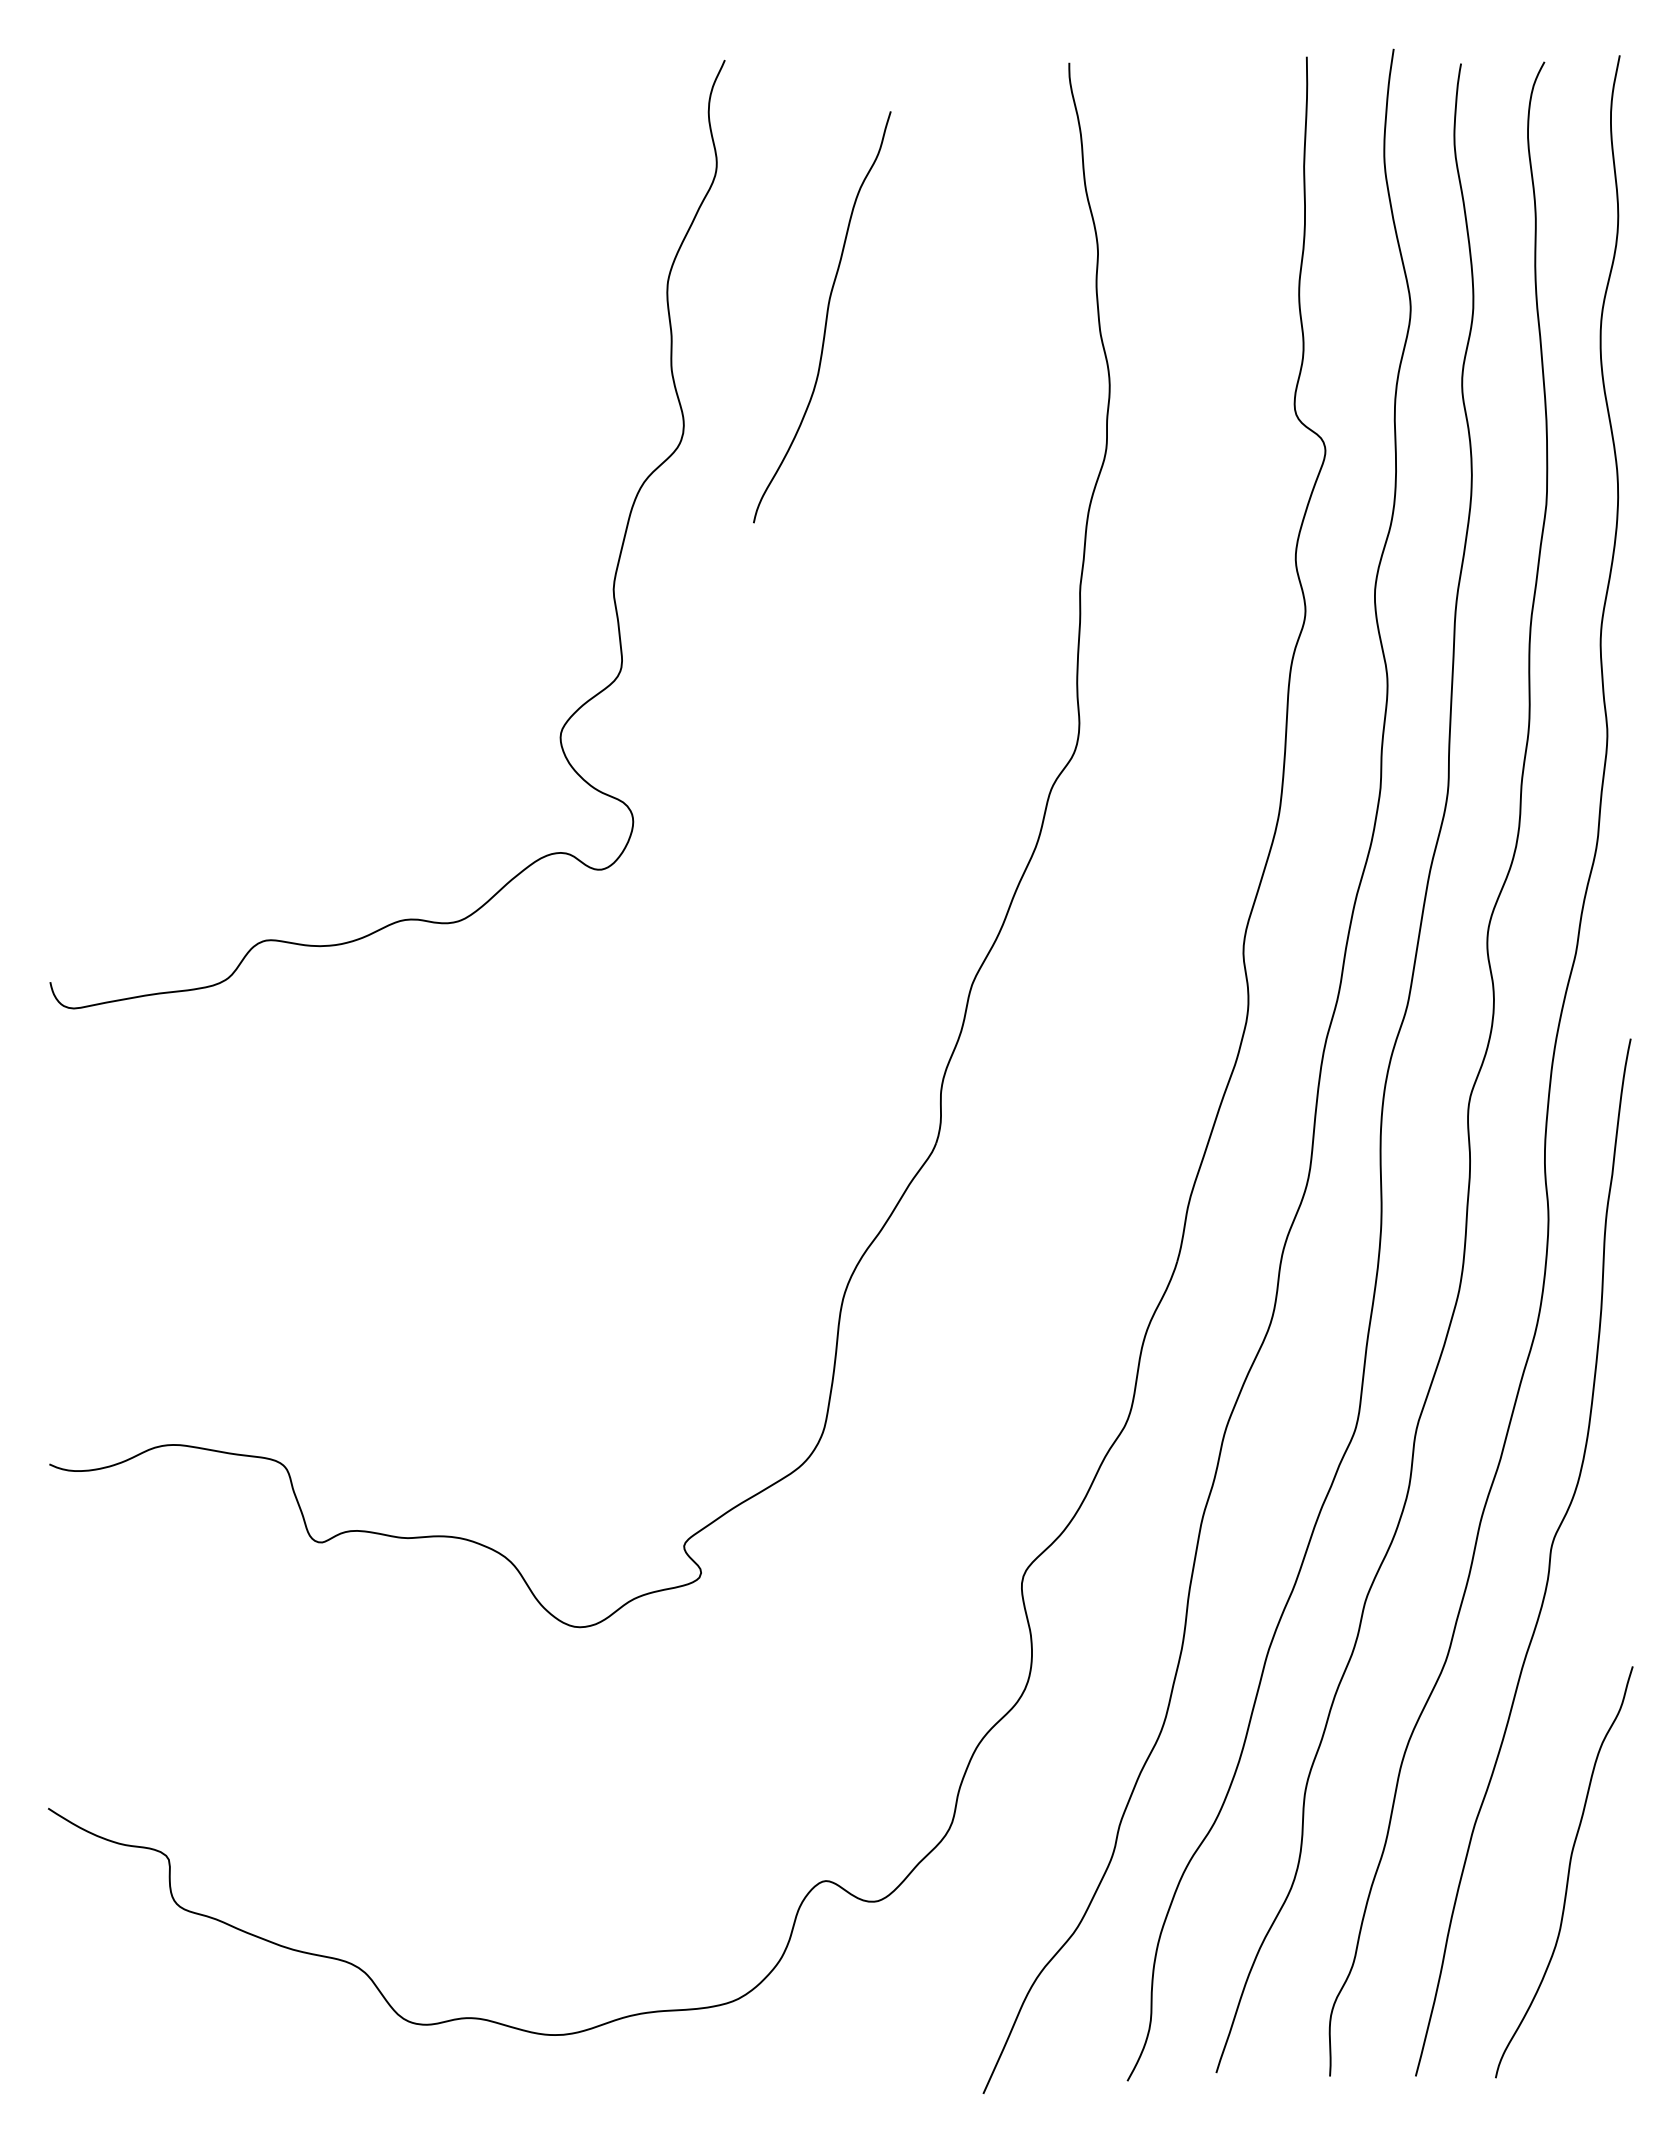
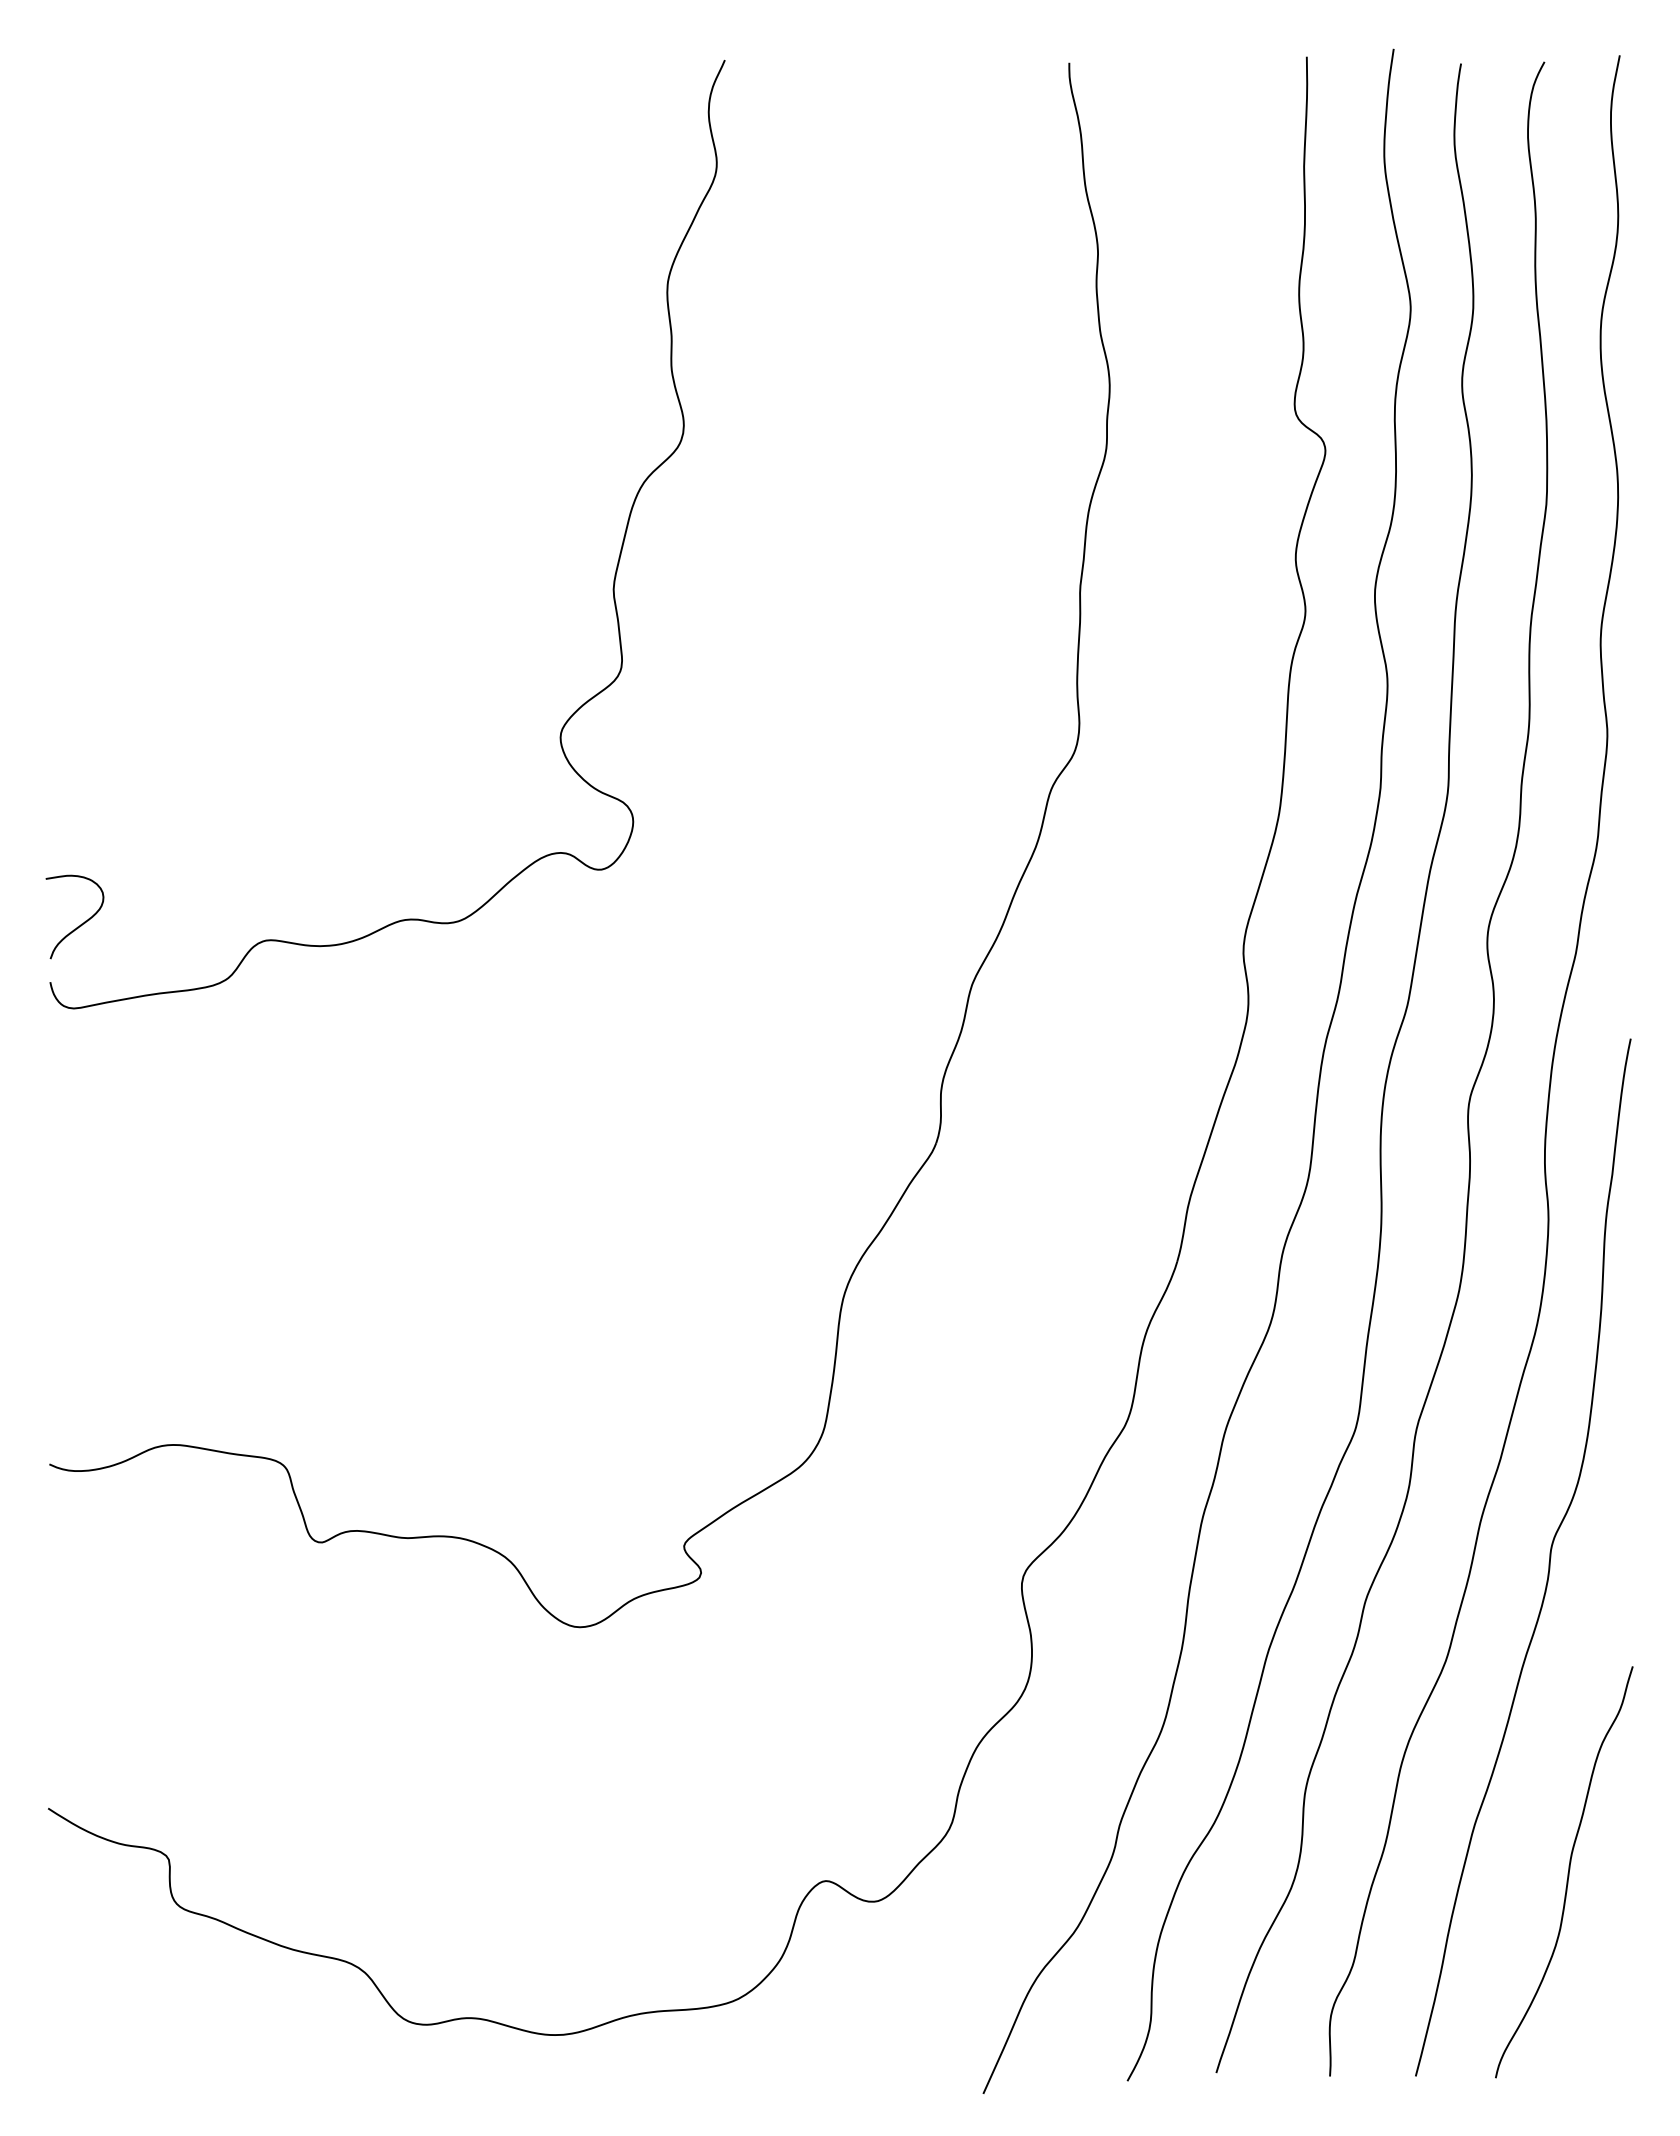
curve at (825, 317): present -> none
curve at (81, 923): none -> present
